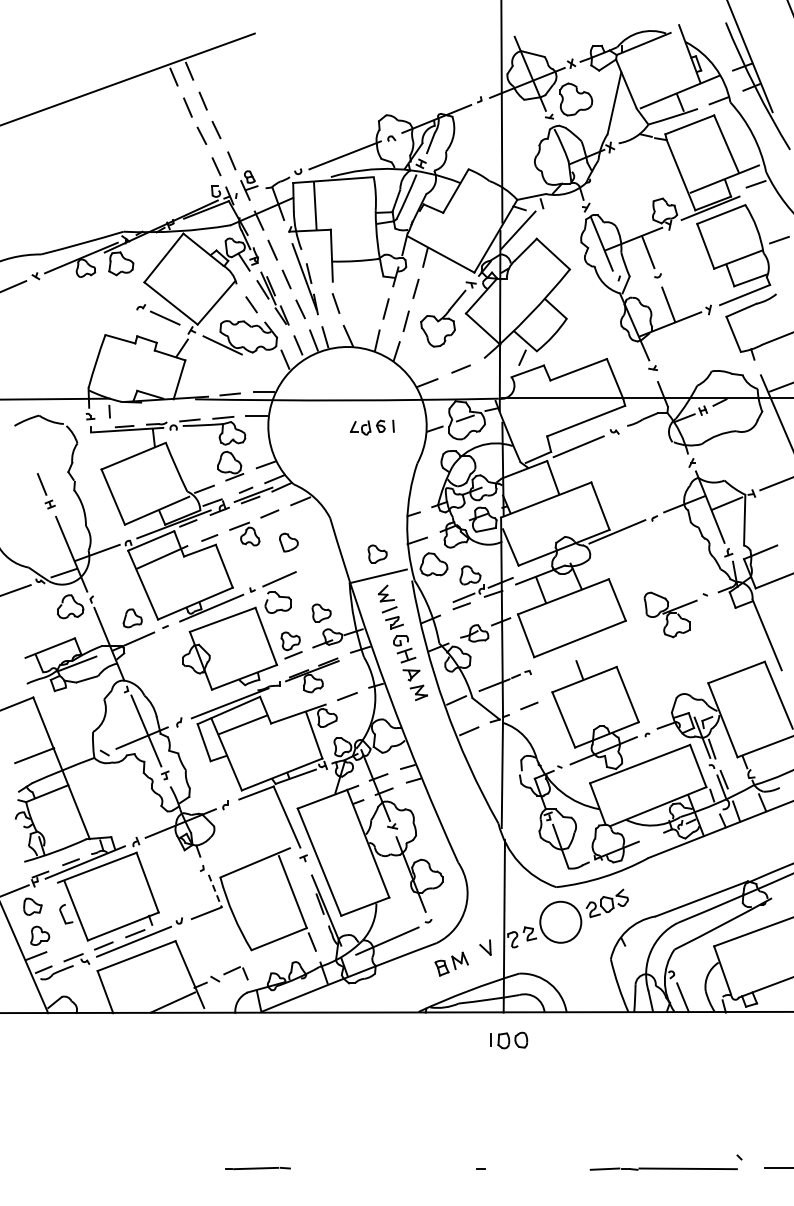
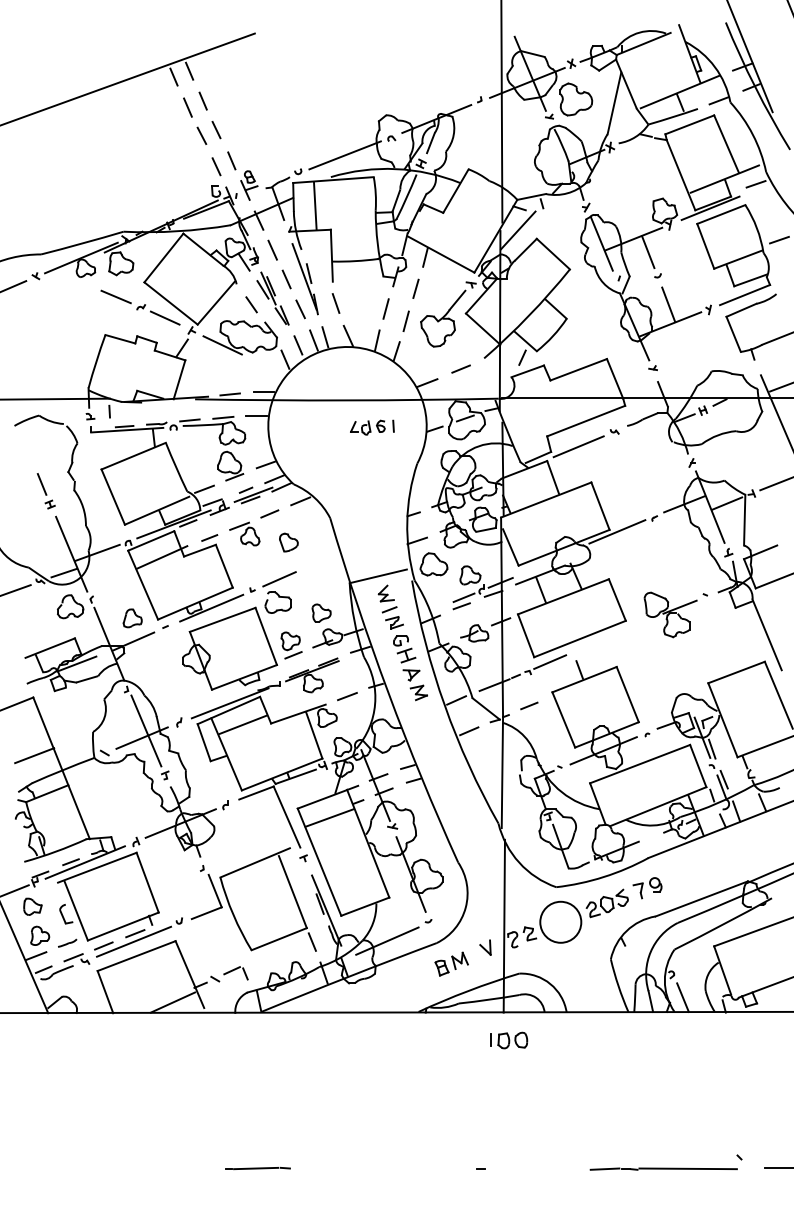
line at (115, 296): none -> present
part at (377, 553): present -> none
line at (550, 661): none -> present
line at (329, 817): none -> present
part at (647, 888): none -> present
line at (215, 891): dashed -> solid
part at (67, 942): none -> present
